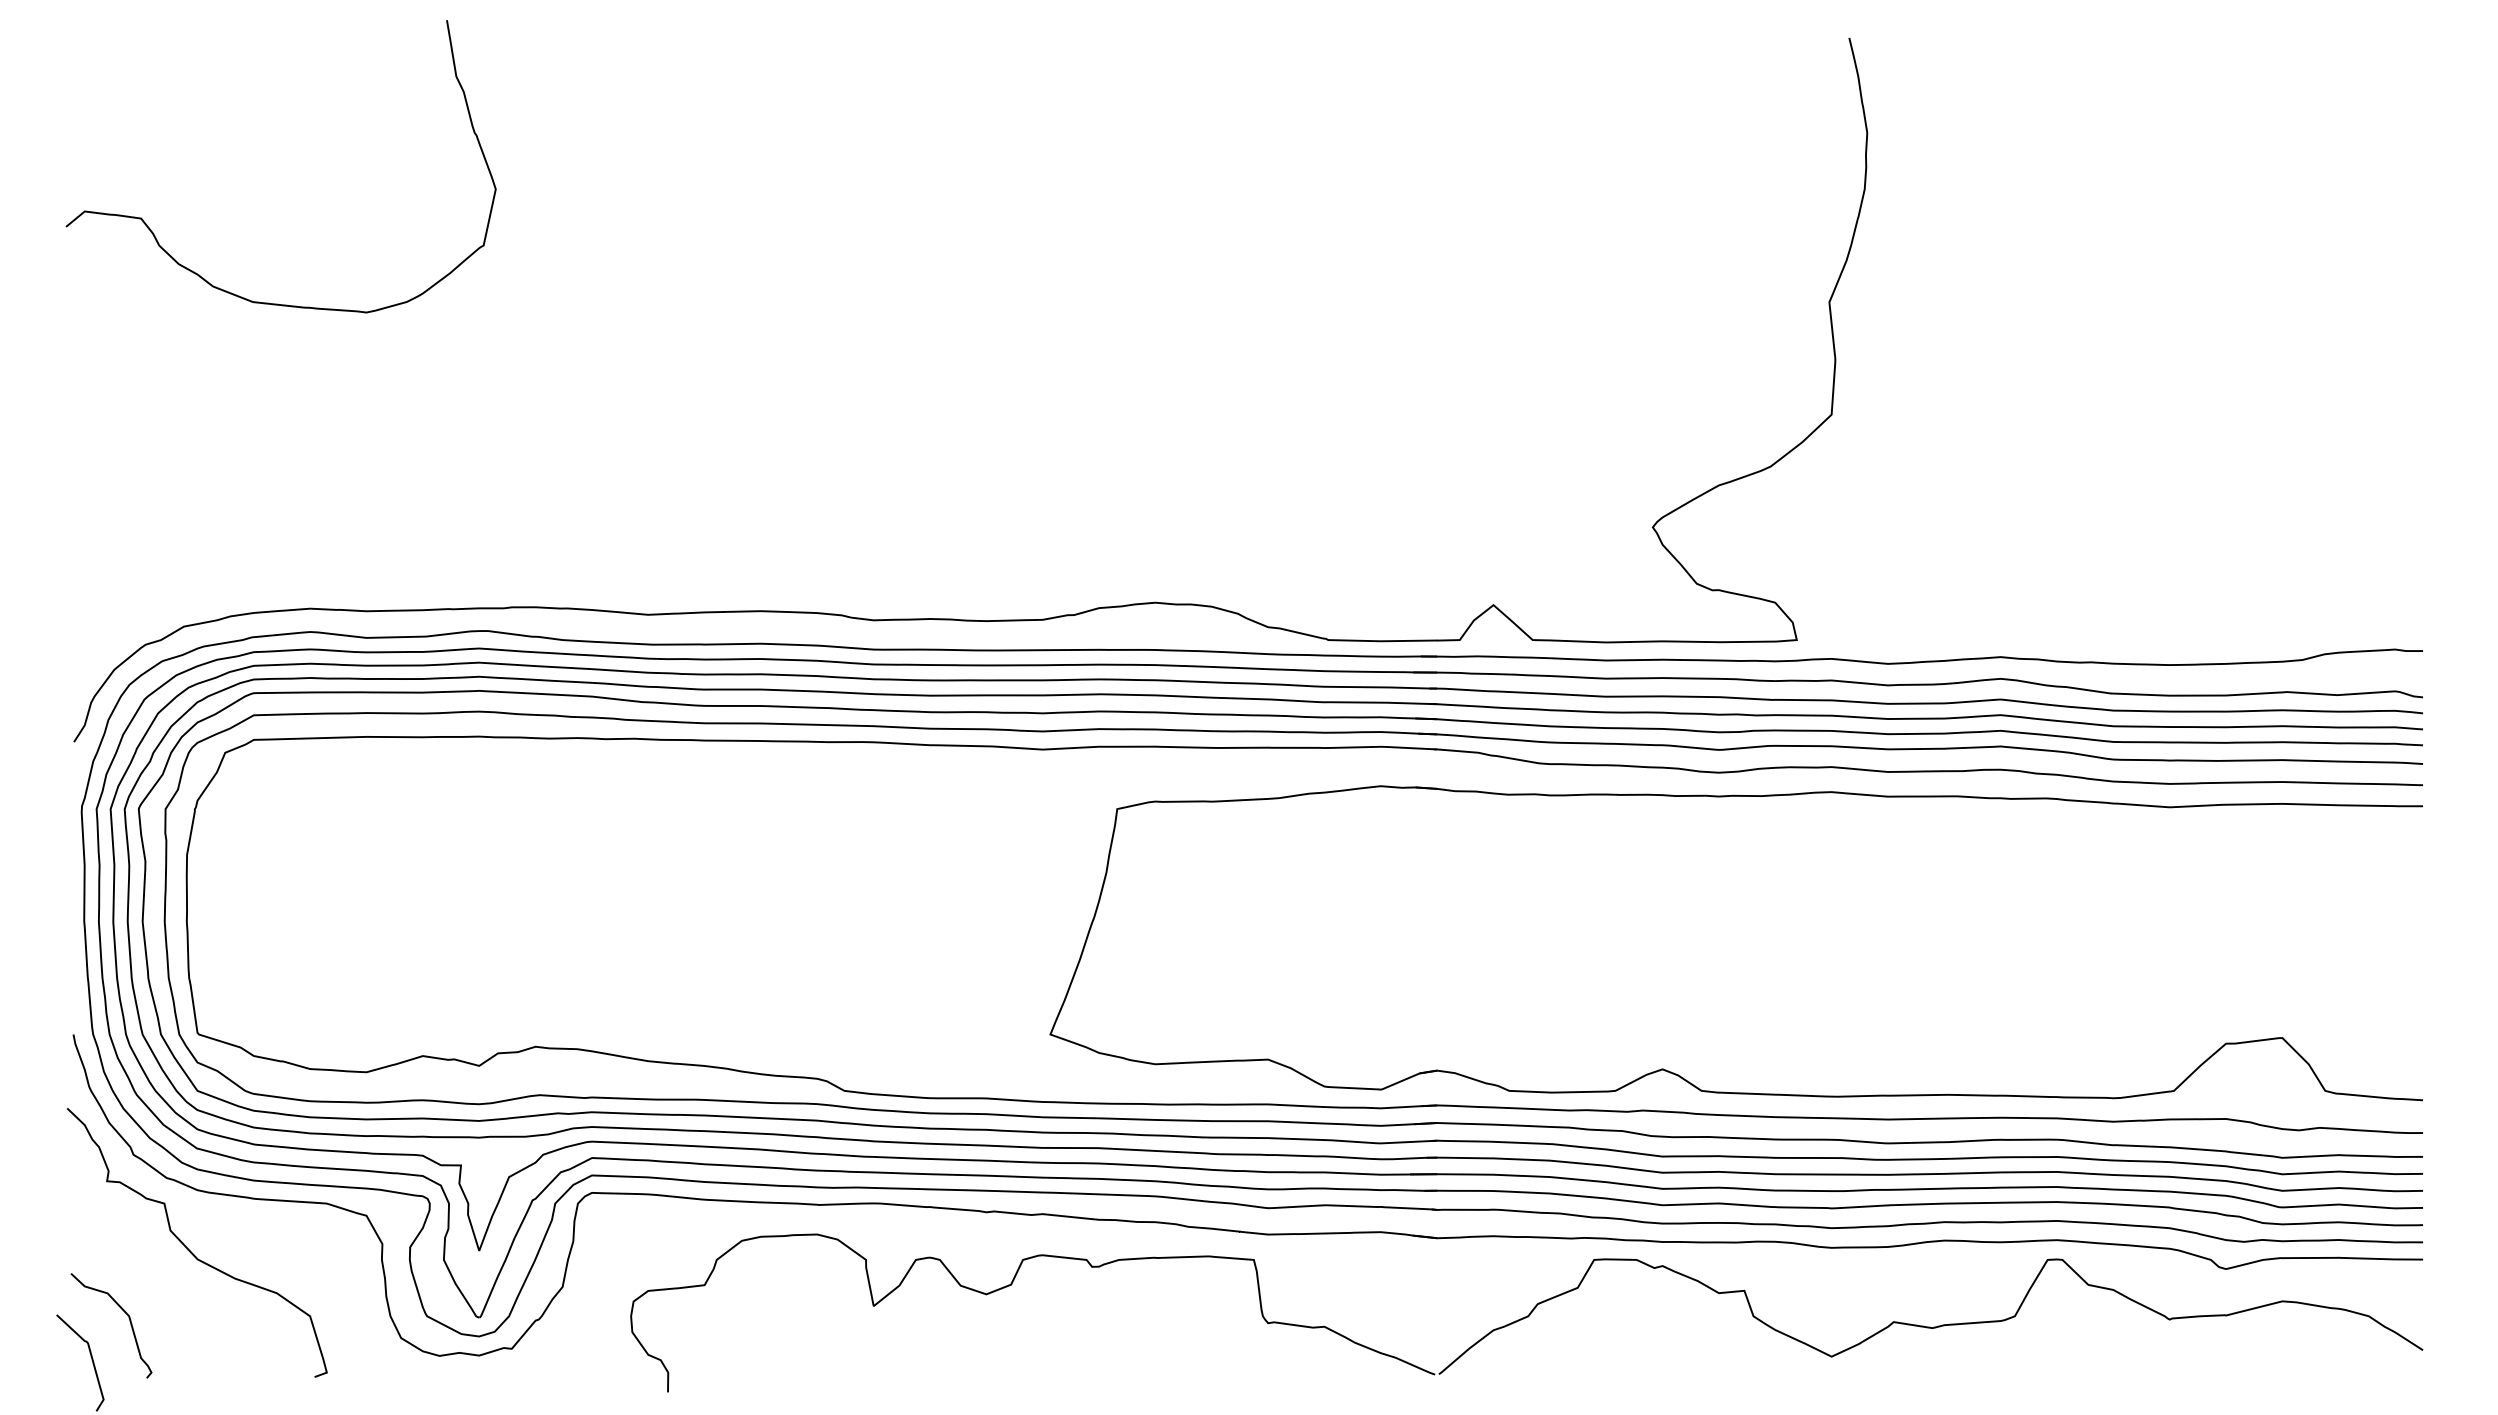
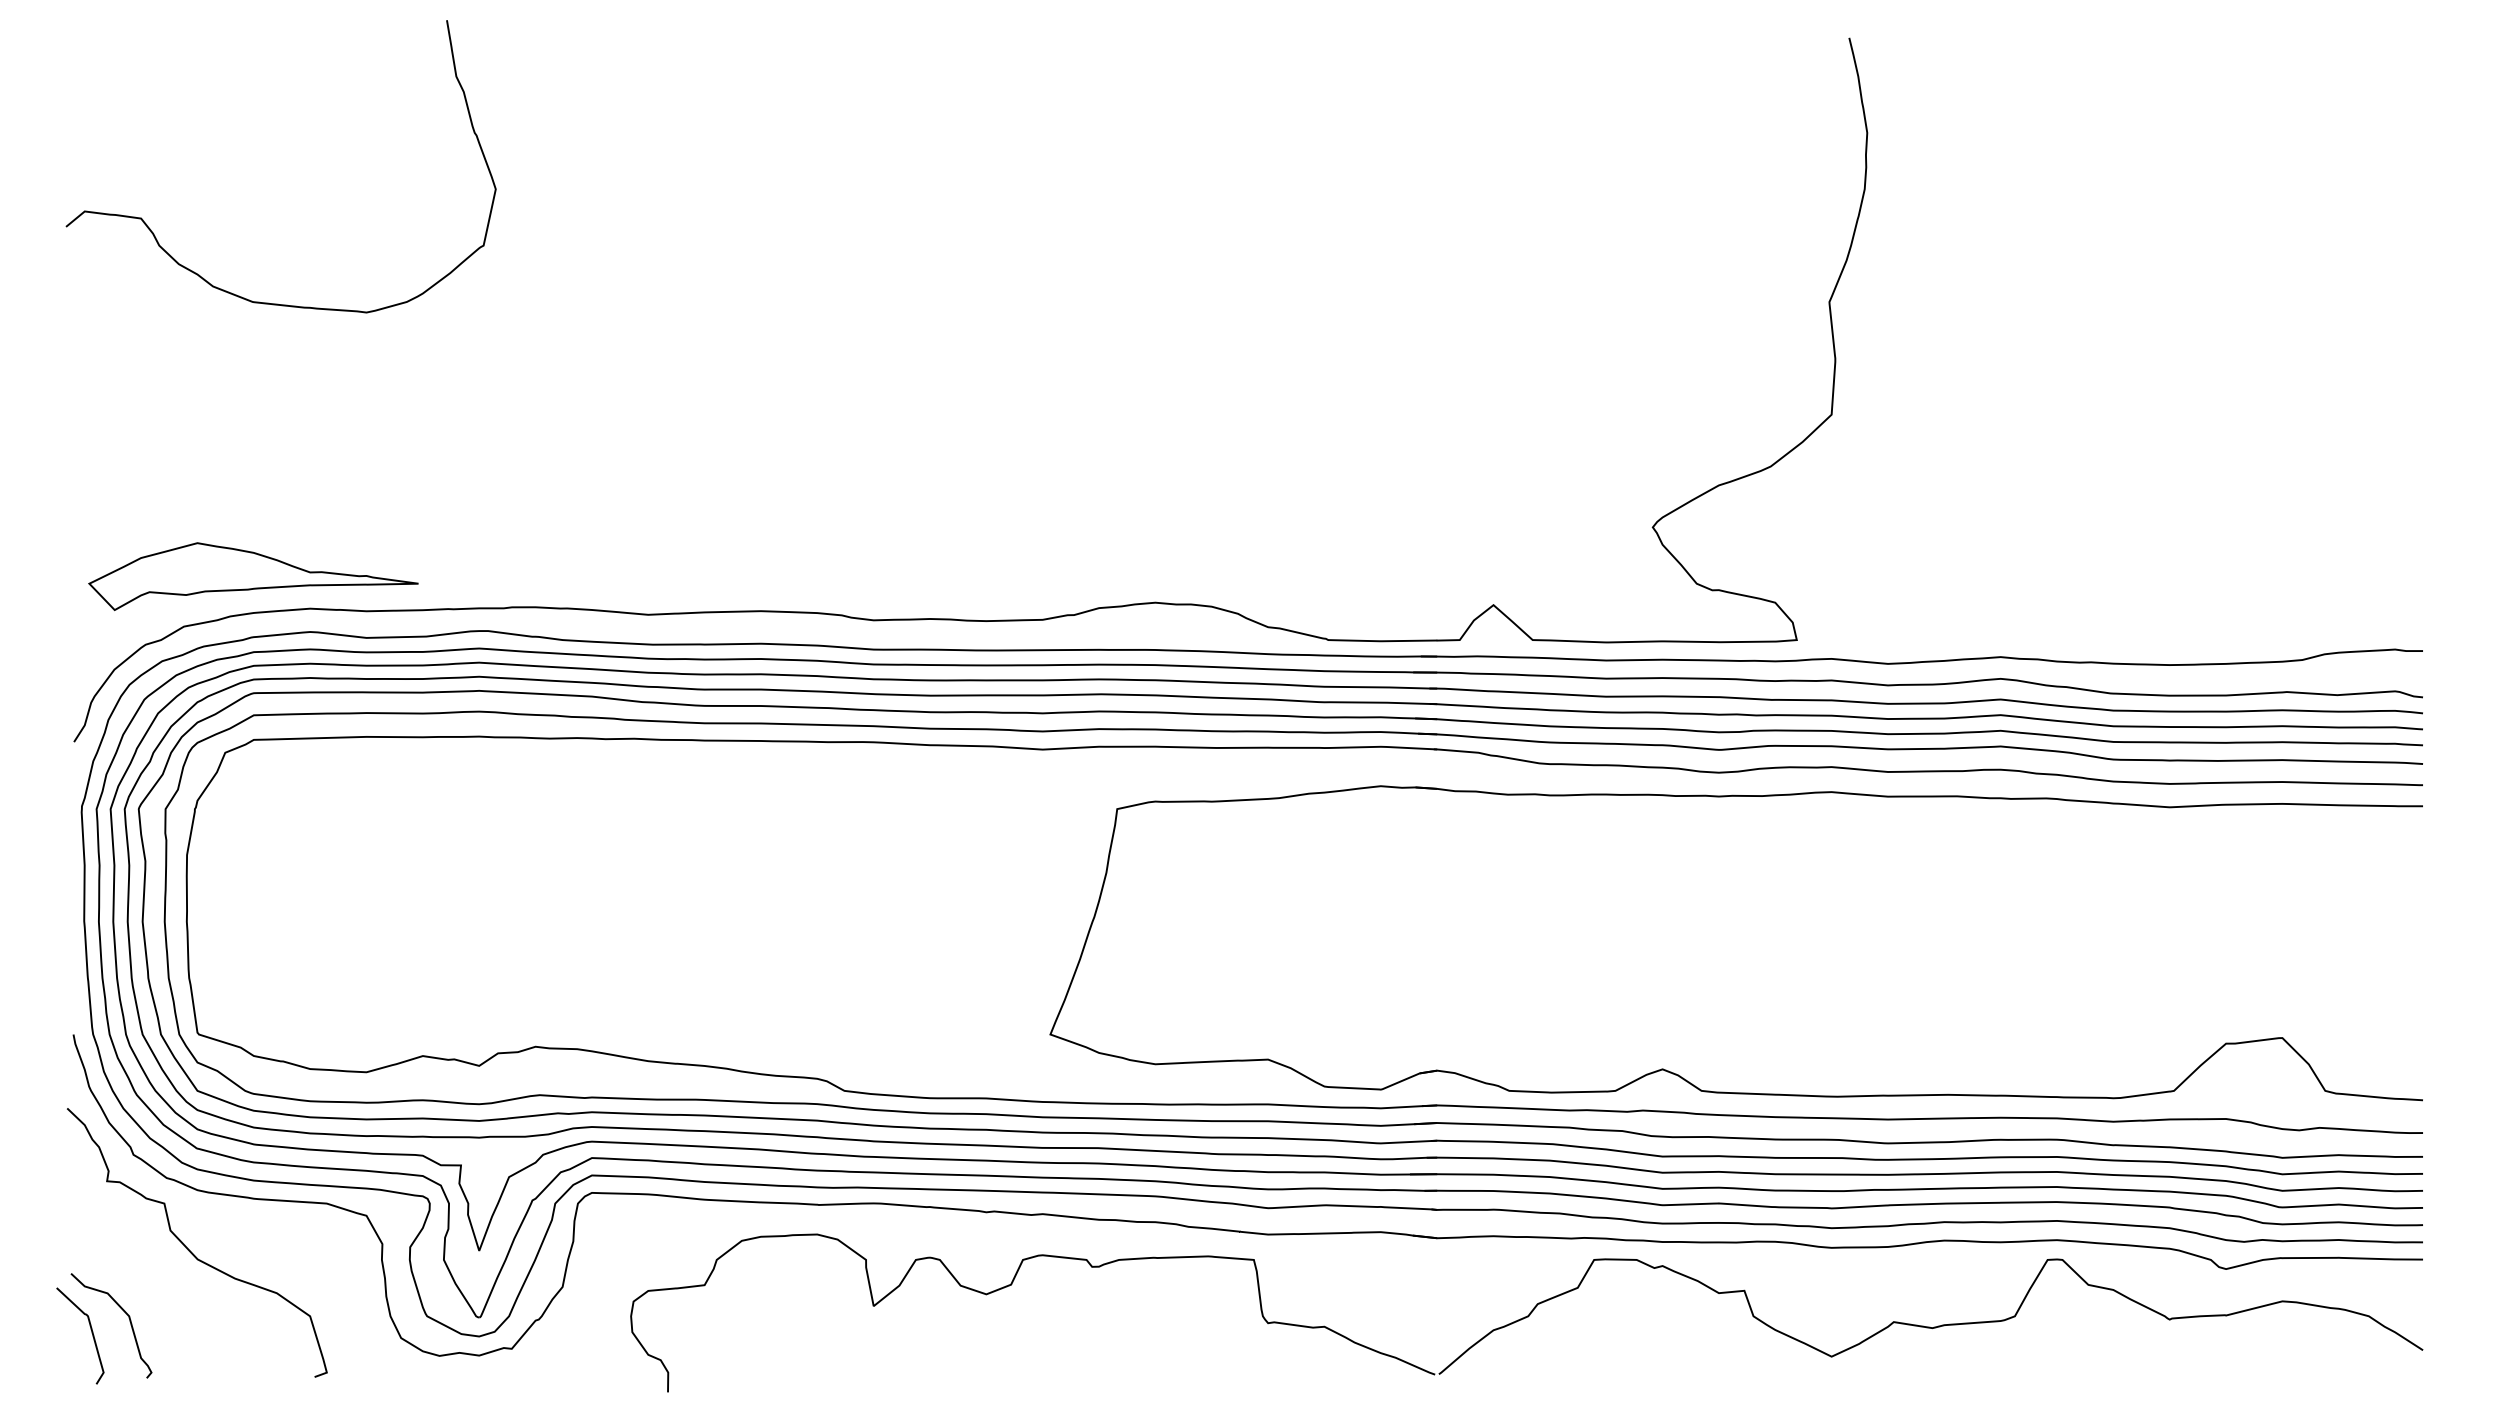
part at (253, 576): none -> present
curve at (91, 1360) position: (91, 1360) -> (91, 1333)
